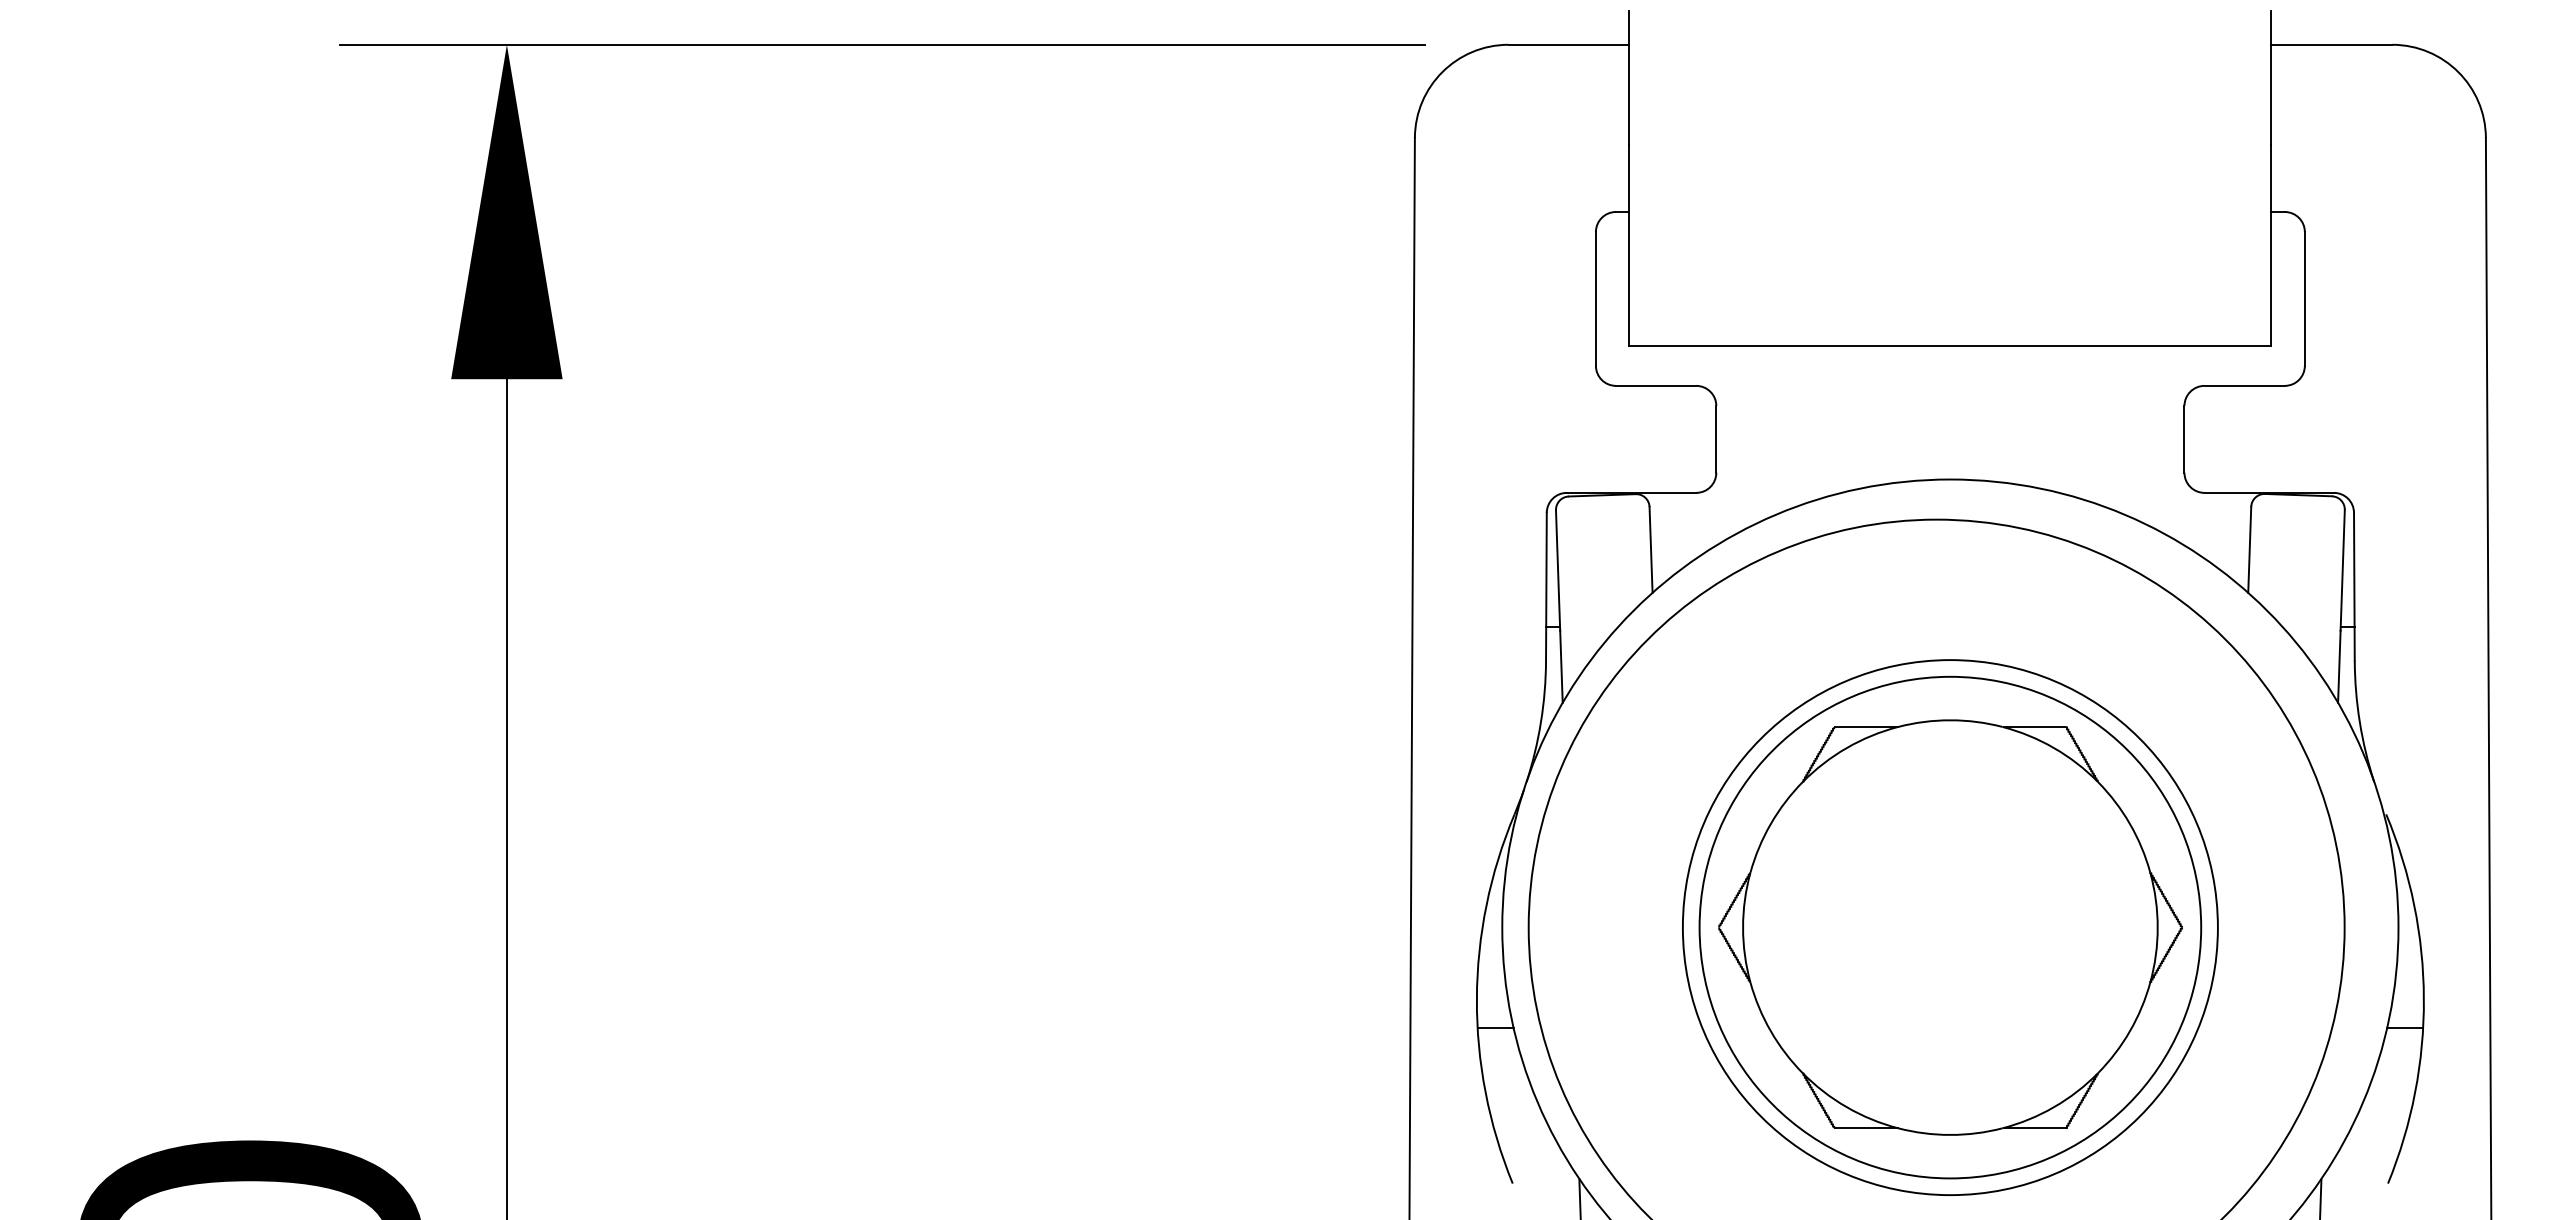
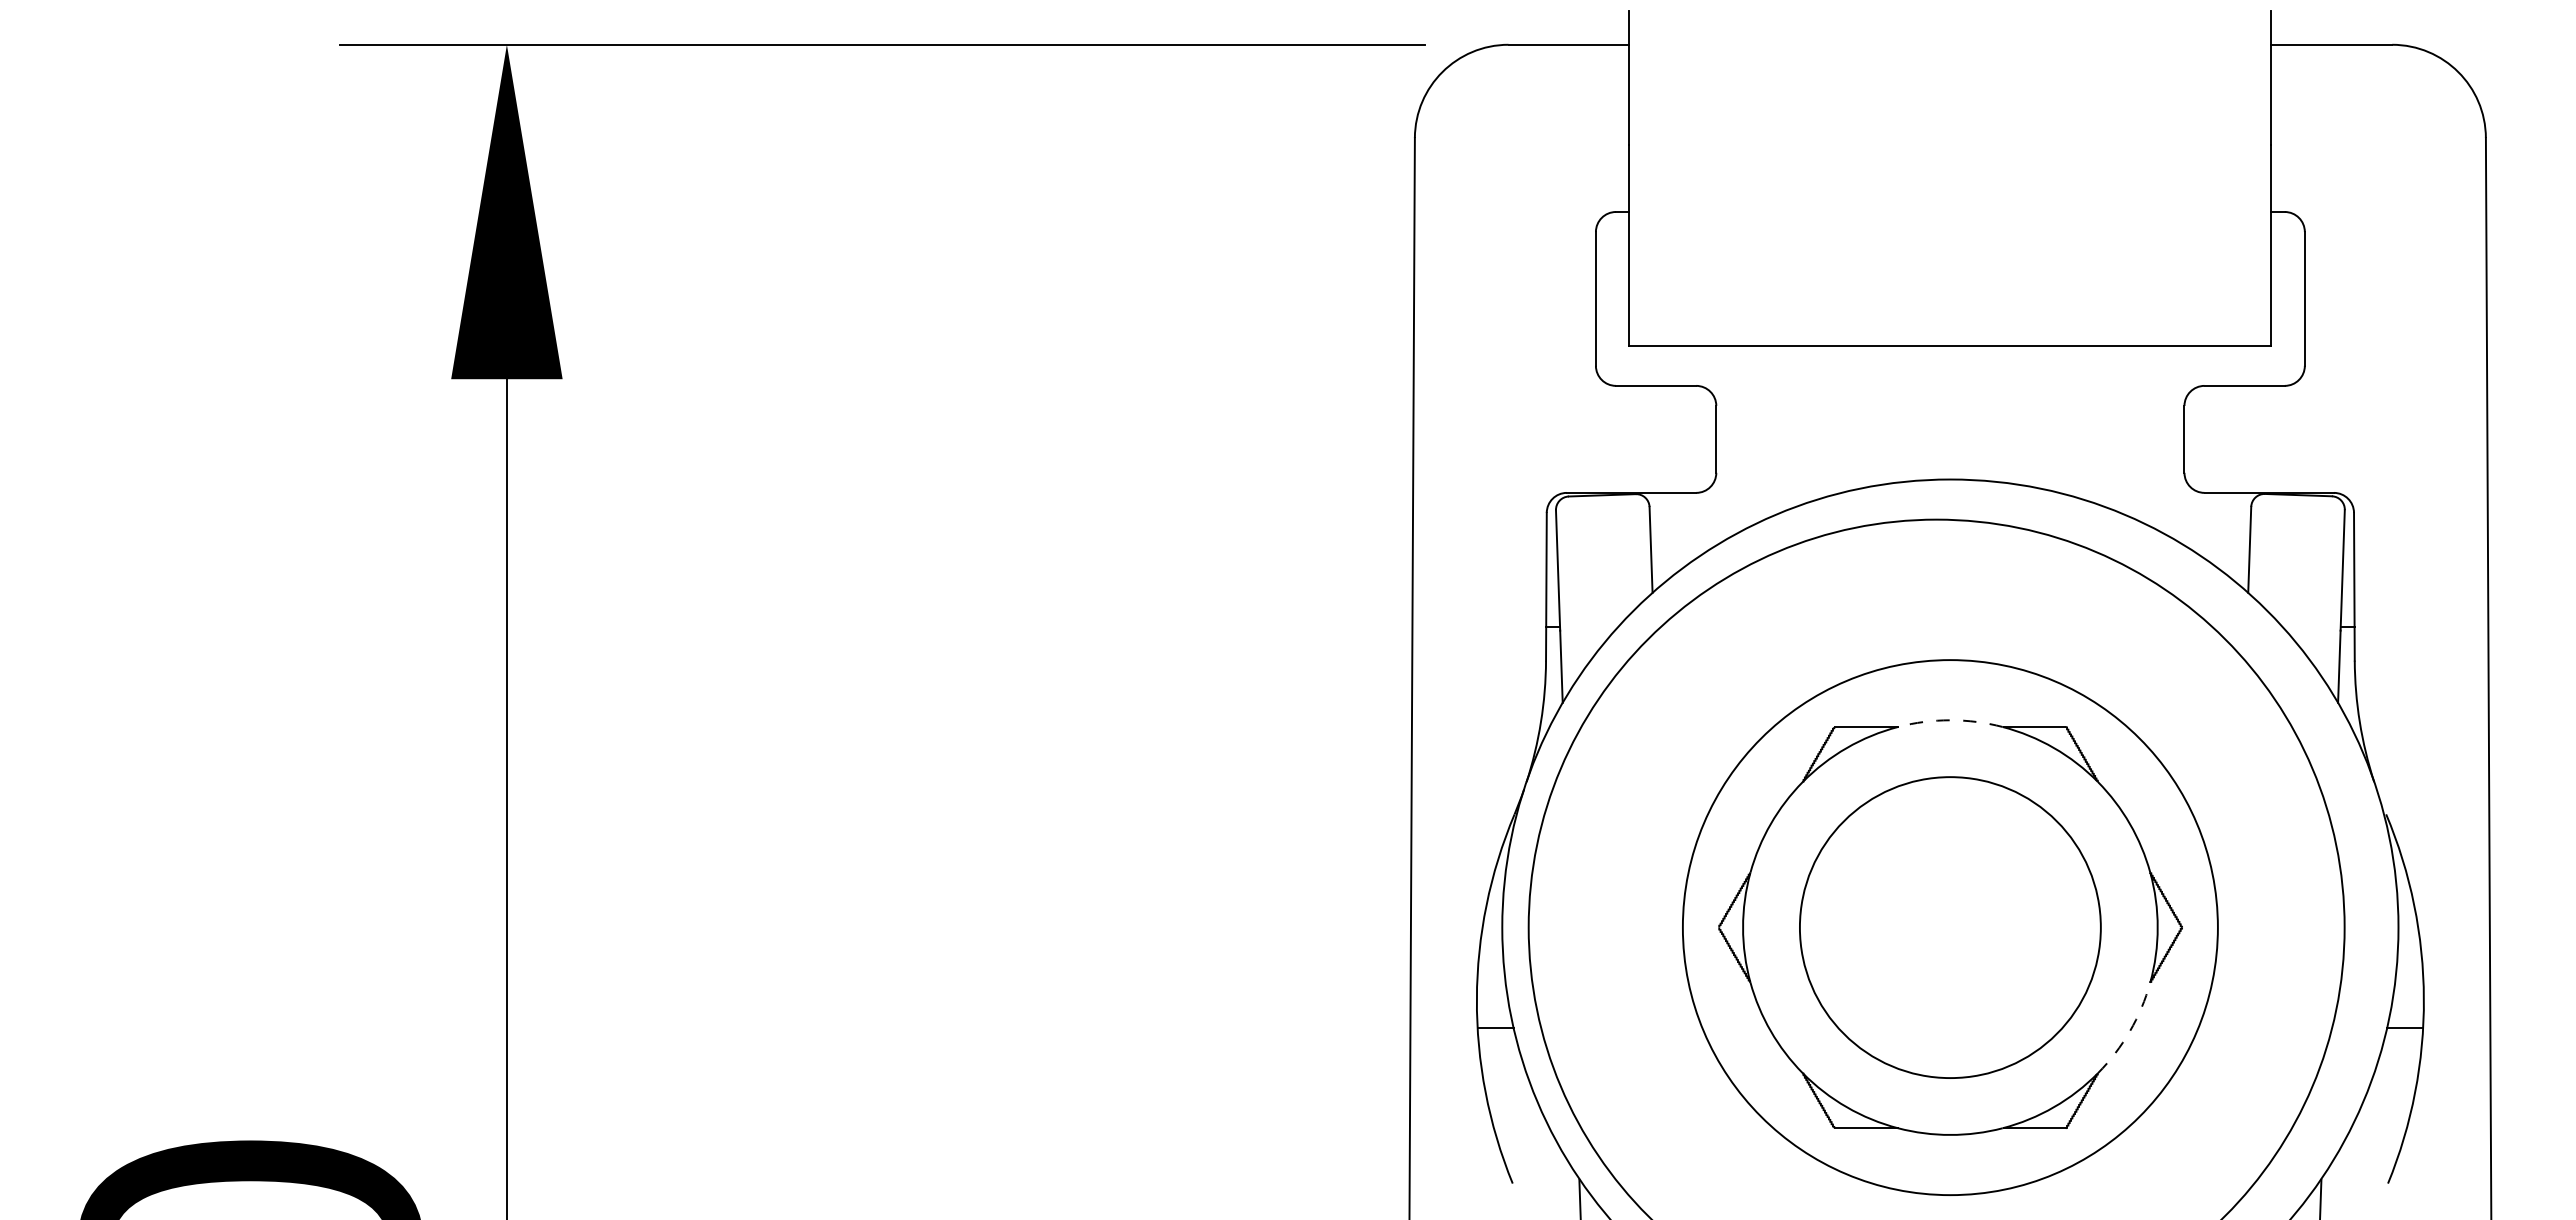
arc at (1950, 720): solid -> dashed
circle at (1950, 927) diameter: 502 px -> 301 px
arc at (2129, 1031): solid -> dashed
